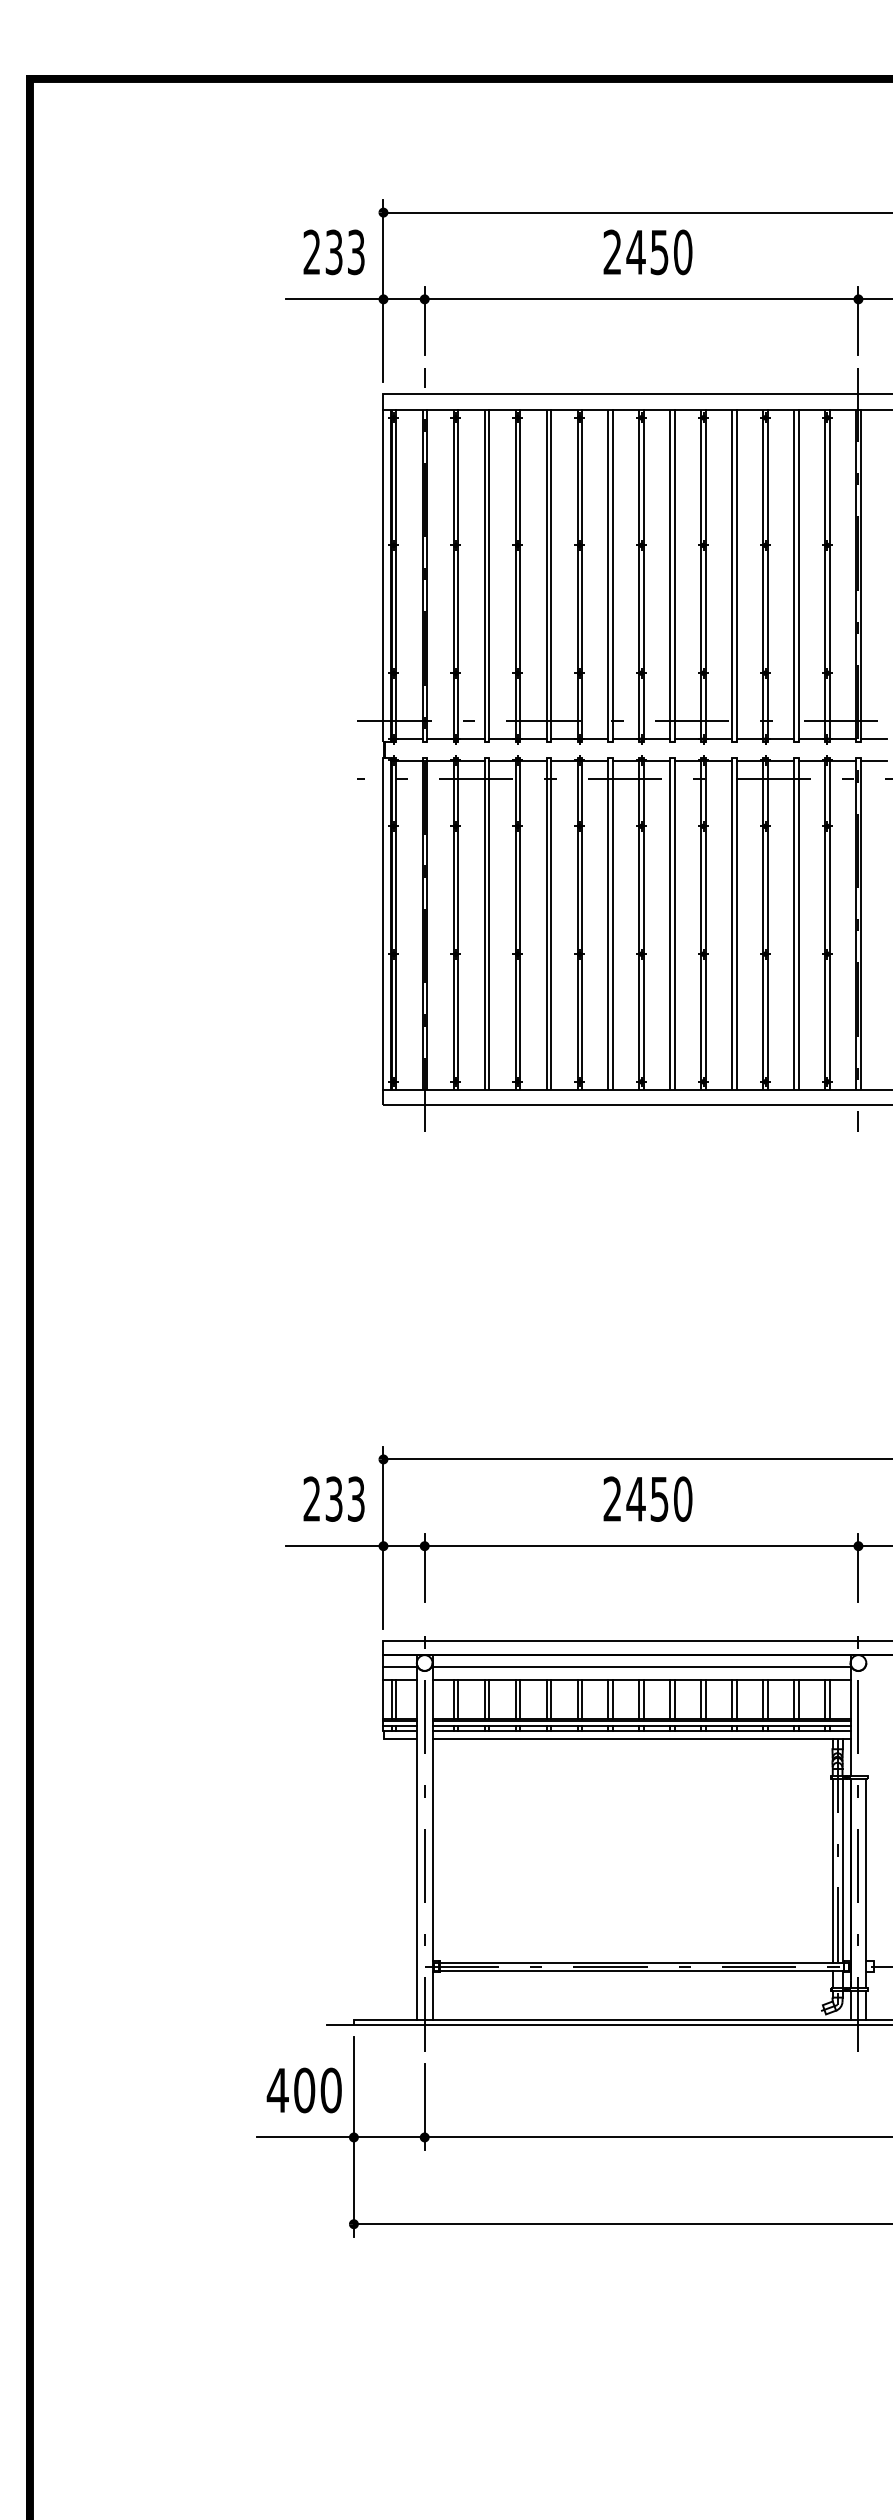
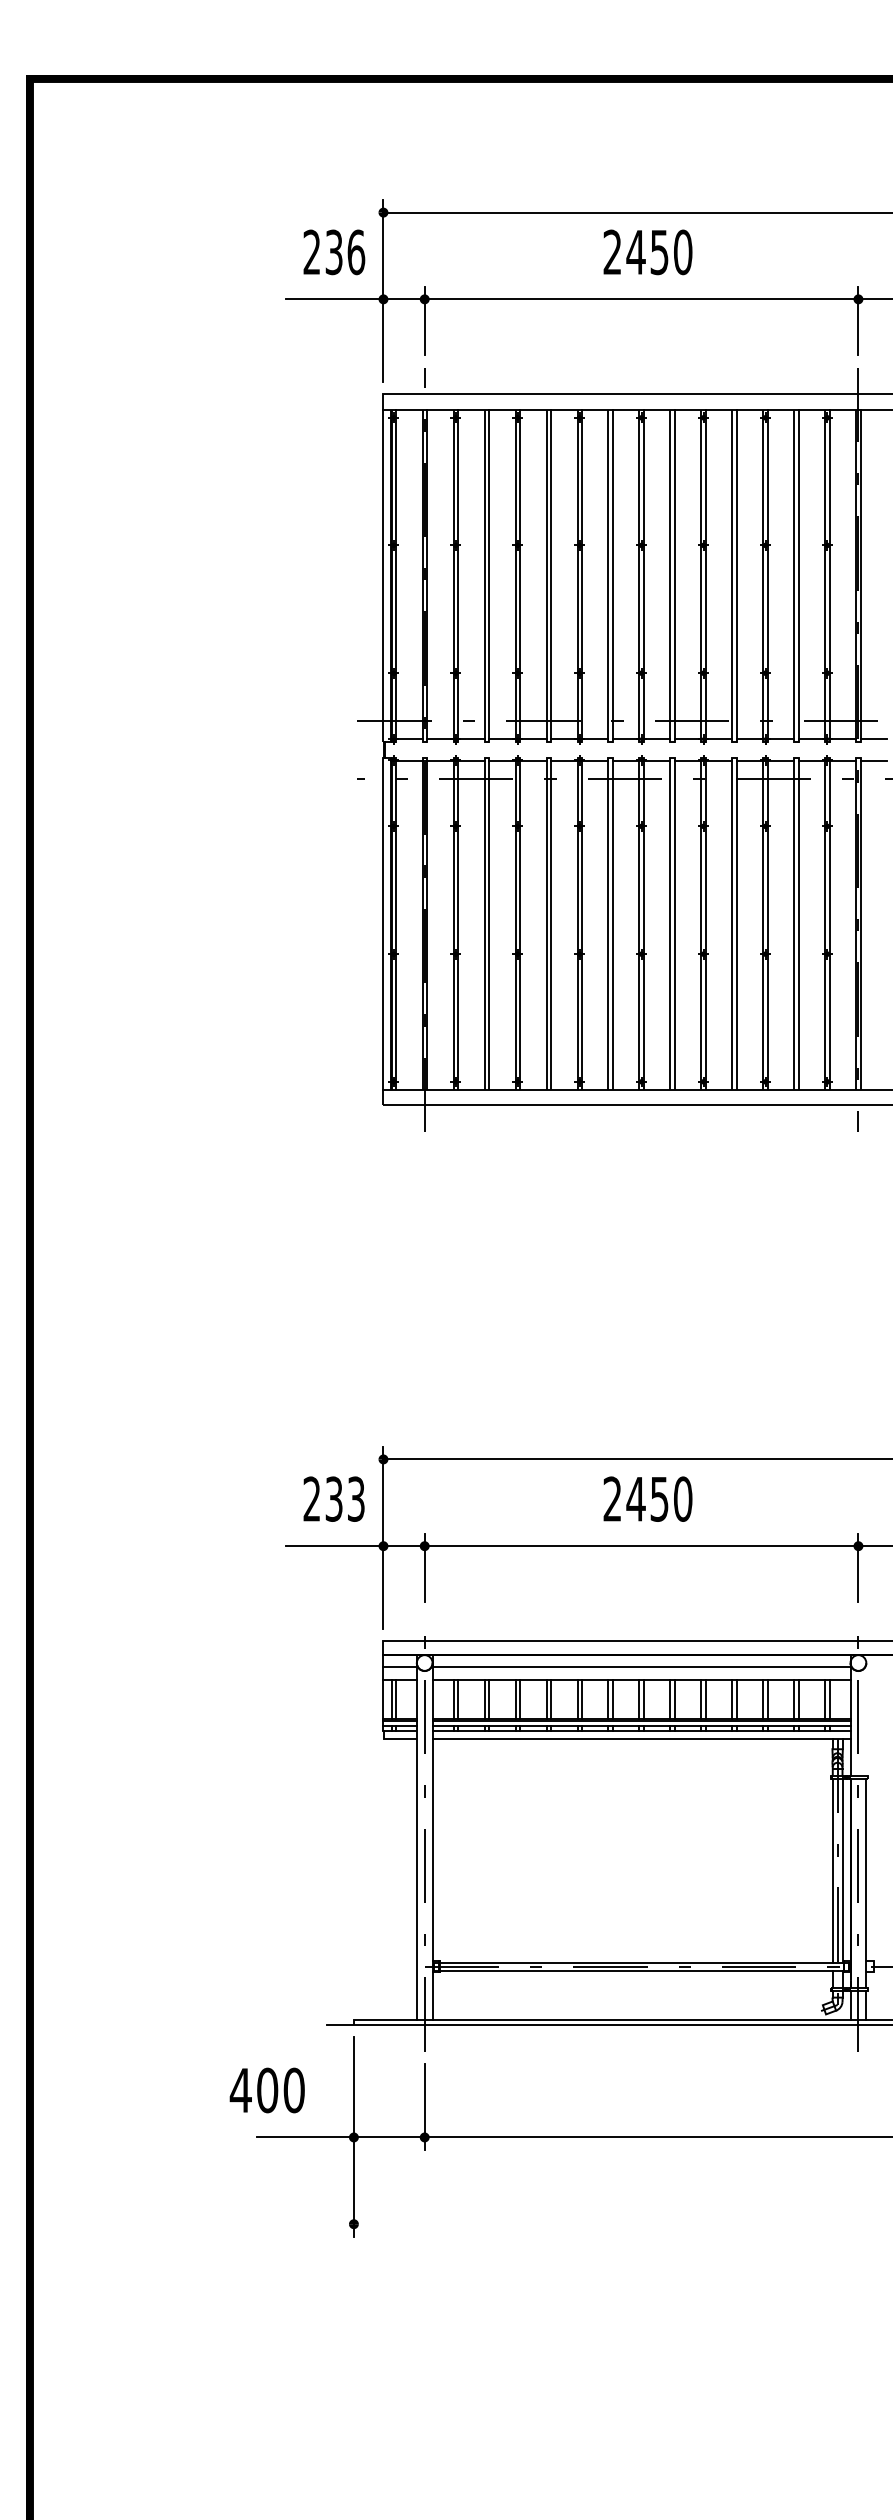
text at (356, 252): 233 -> 236
text at (303, 2090) position: (303, 2090) -> (266, 2090)
line at (621, 2224): present -> none
